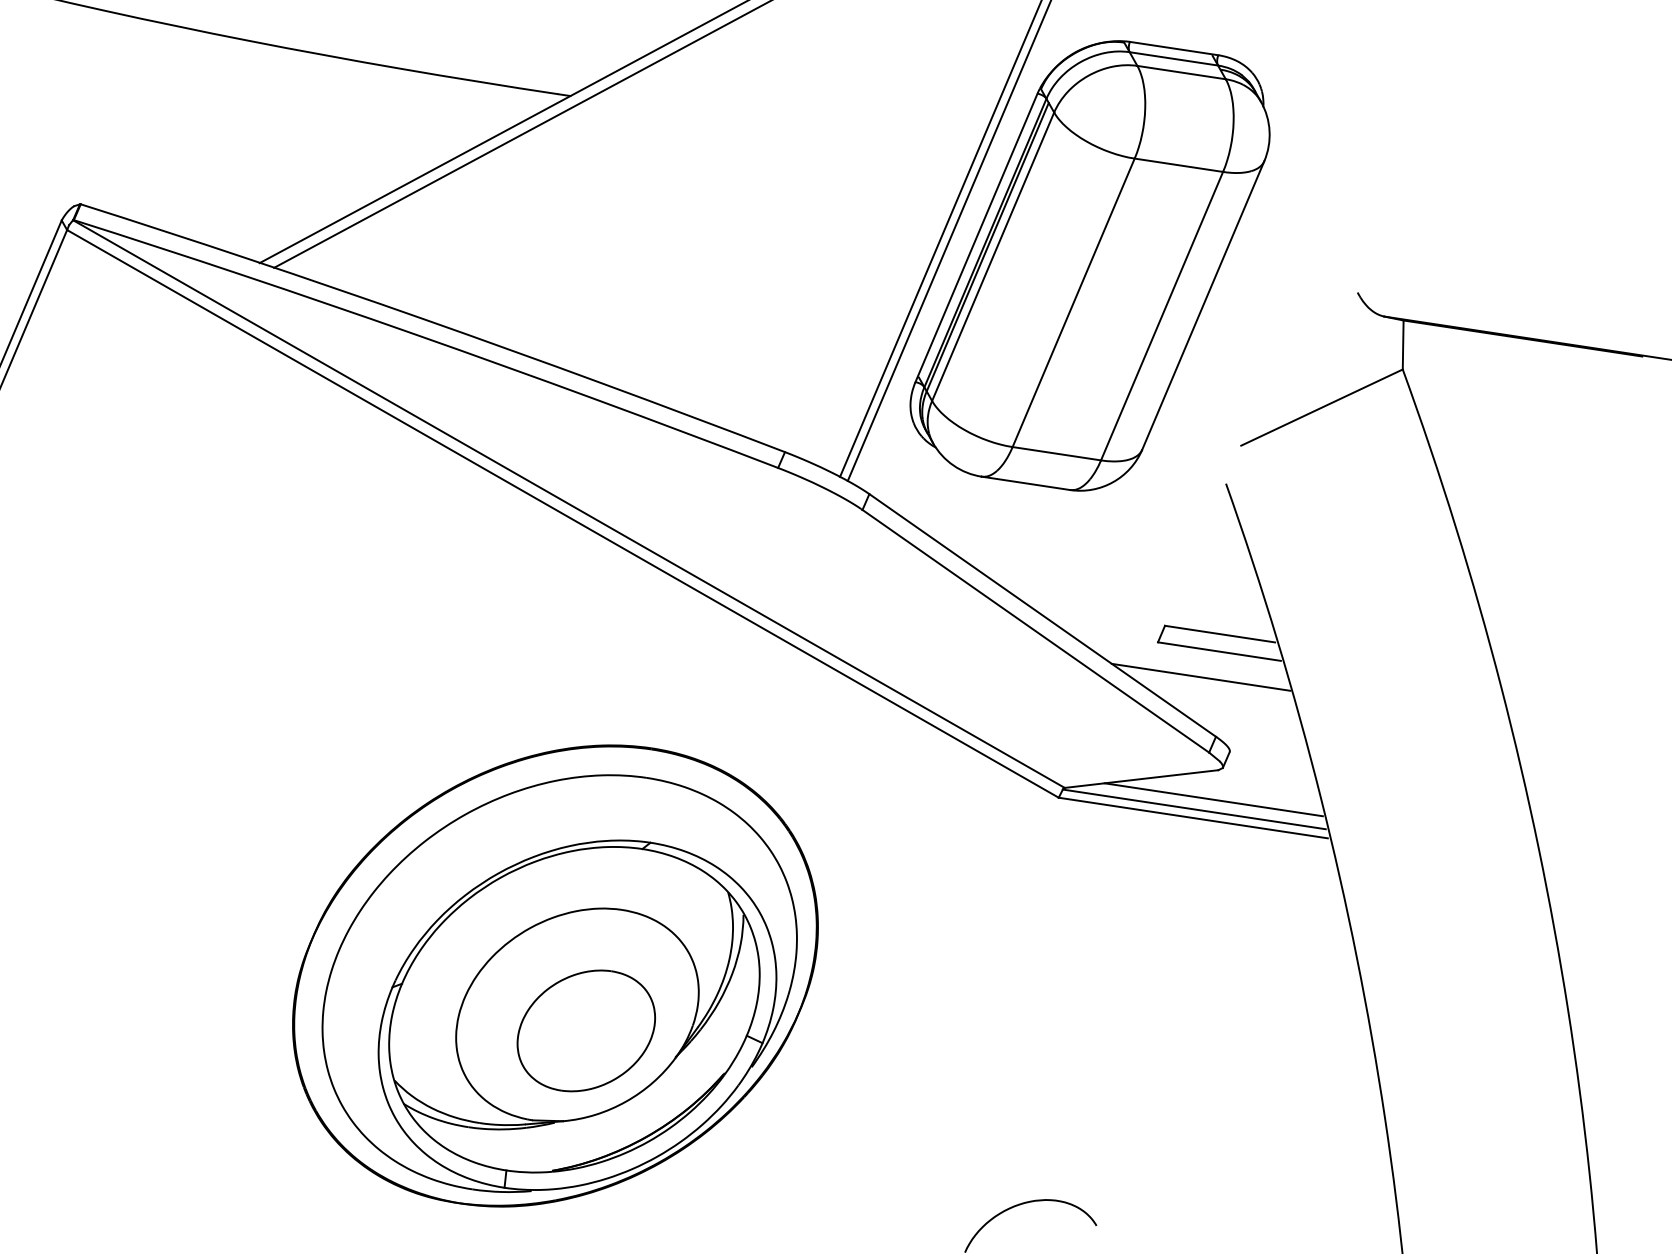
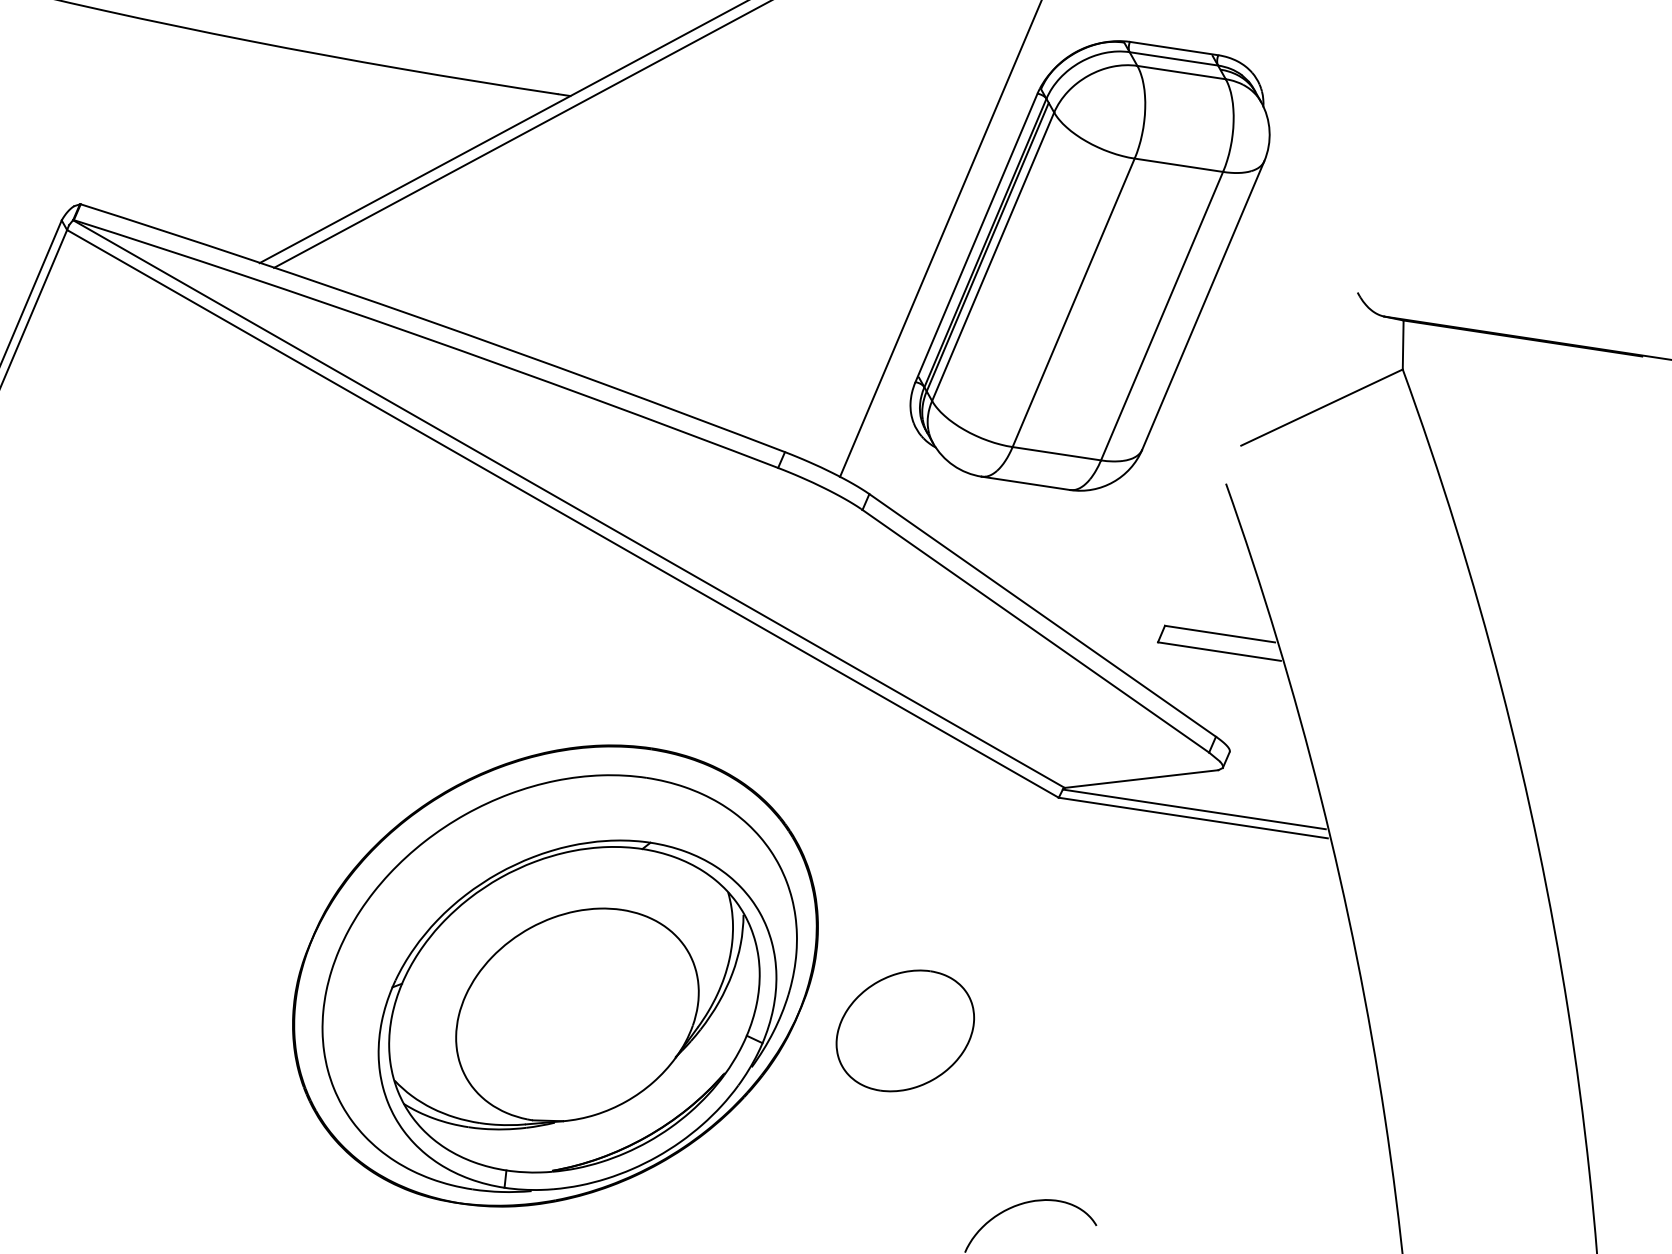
line at (948, 241): present -> none
line at (1200, 676): present -> none
line at (1213, 799): present -> none
part at (585, 1030) position: (585, 1030) -> (904, 1030)
